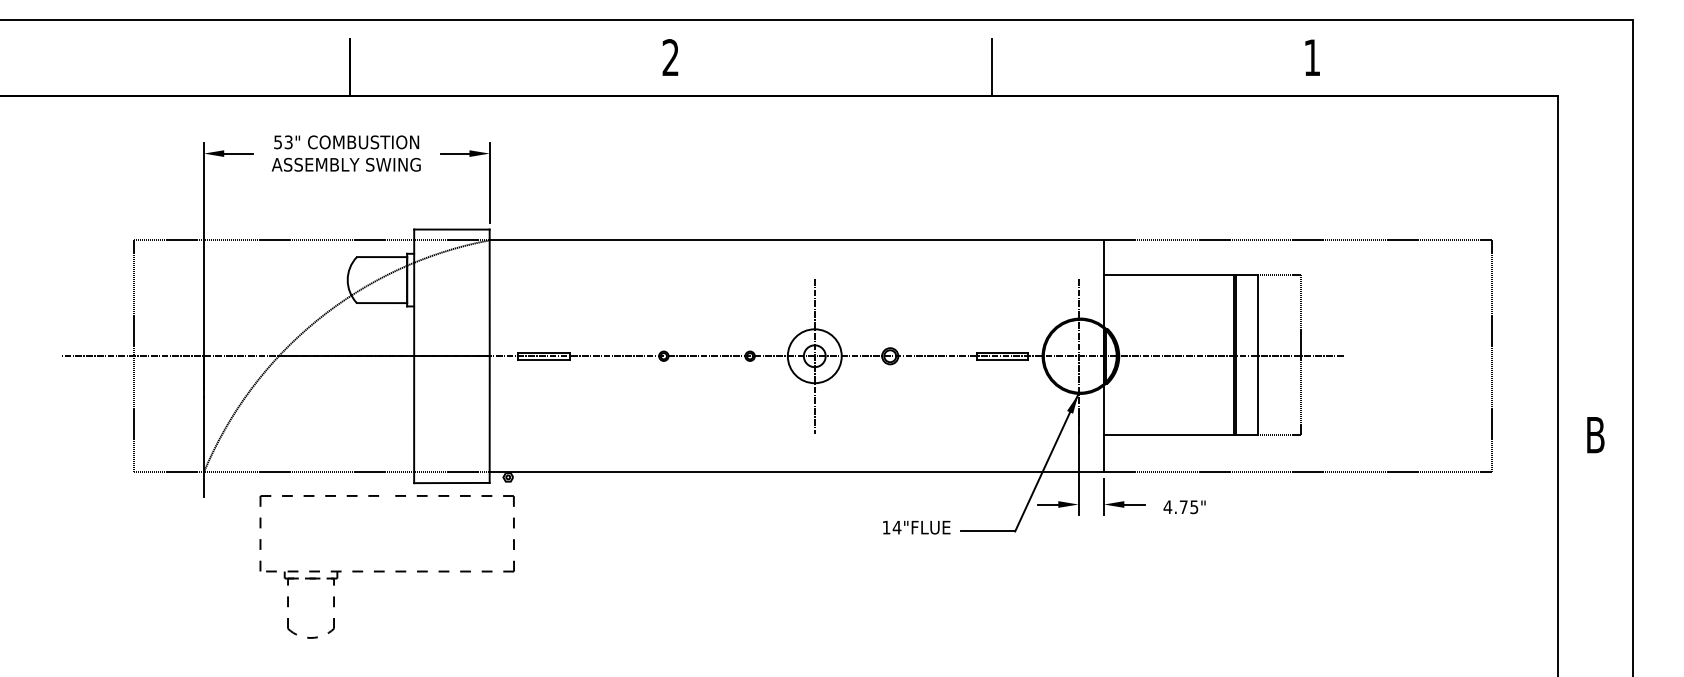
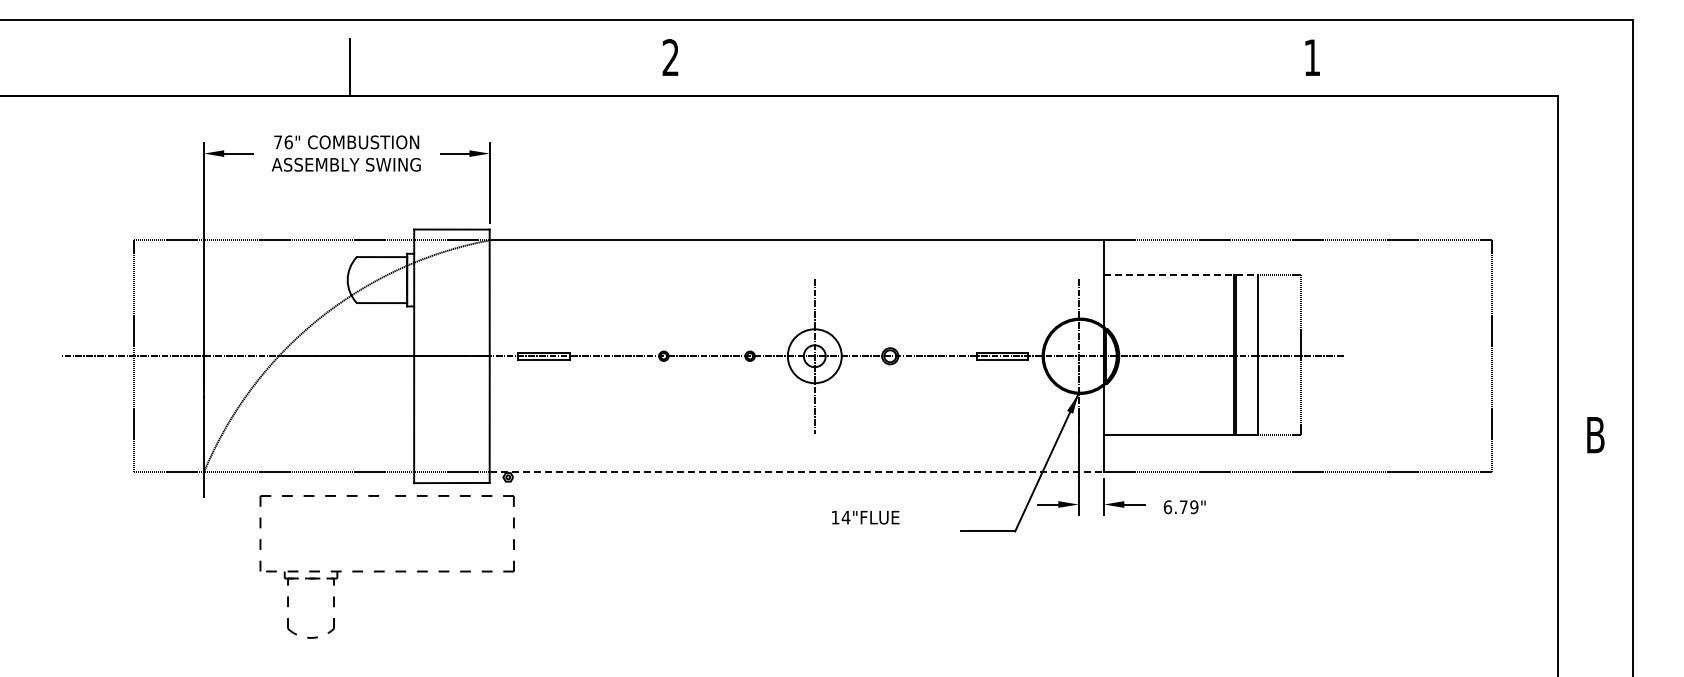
line at (991, 67): present -> none
text at (283, 142): 53" -> 76"
line at (1180, 274): solid -> dashed
line at (797, 472): solid -> dashed
text at (1180, 507): 4.75" -> 6.79"
text at (916, 527) position: (916, 527) -> (865, 517)
